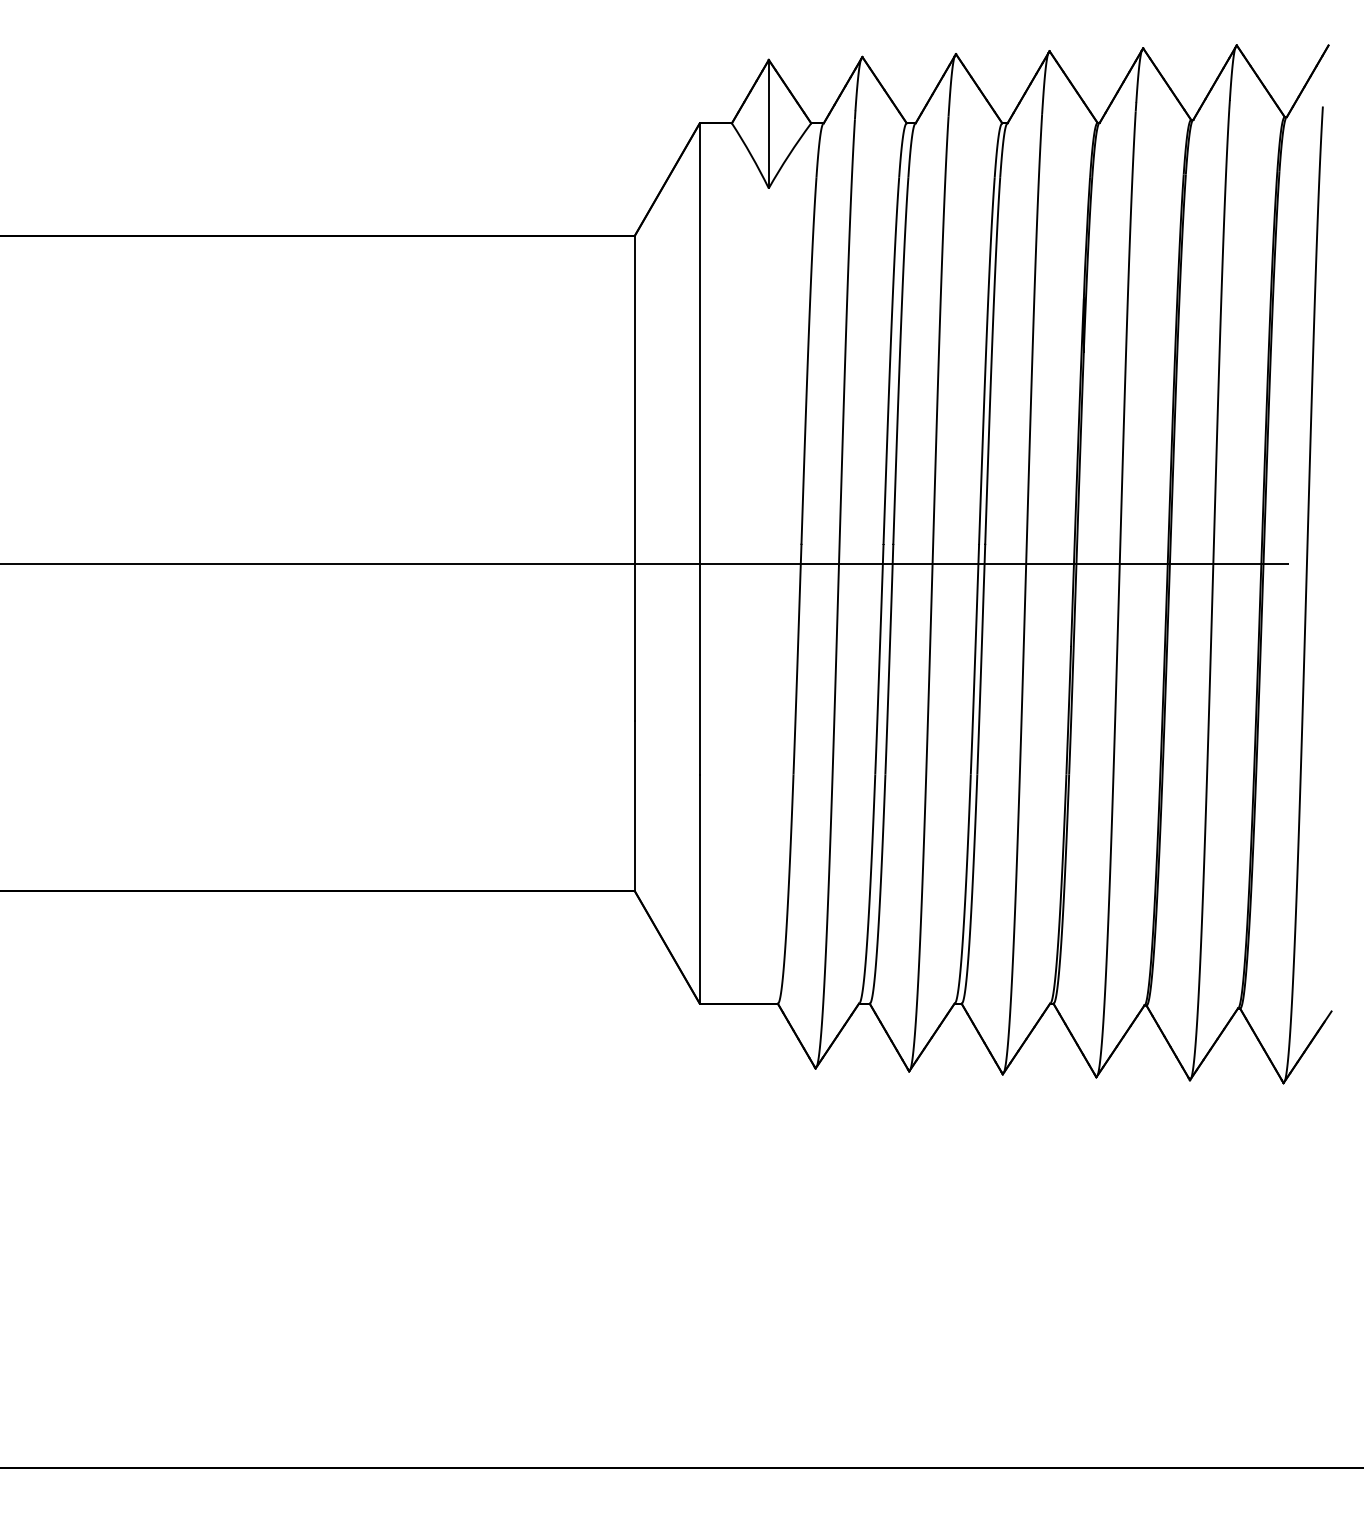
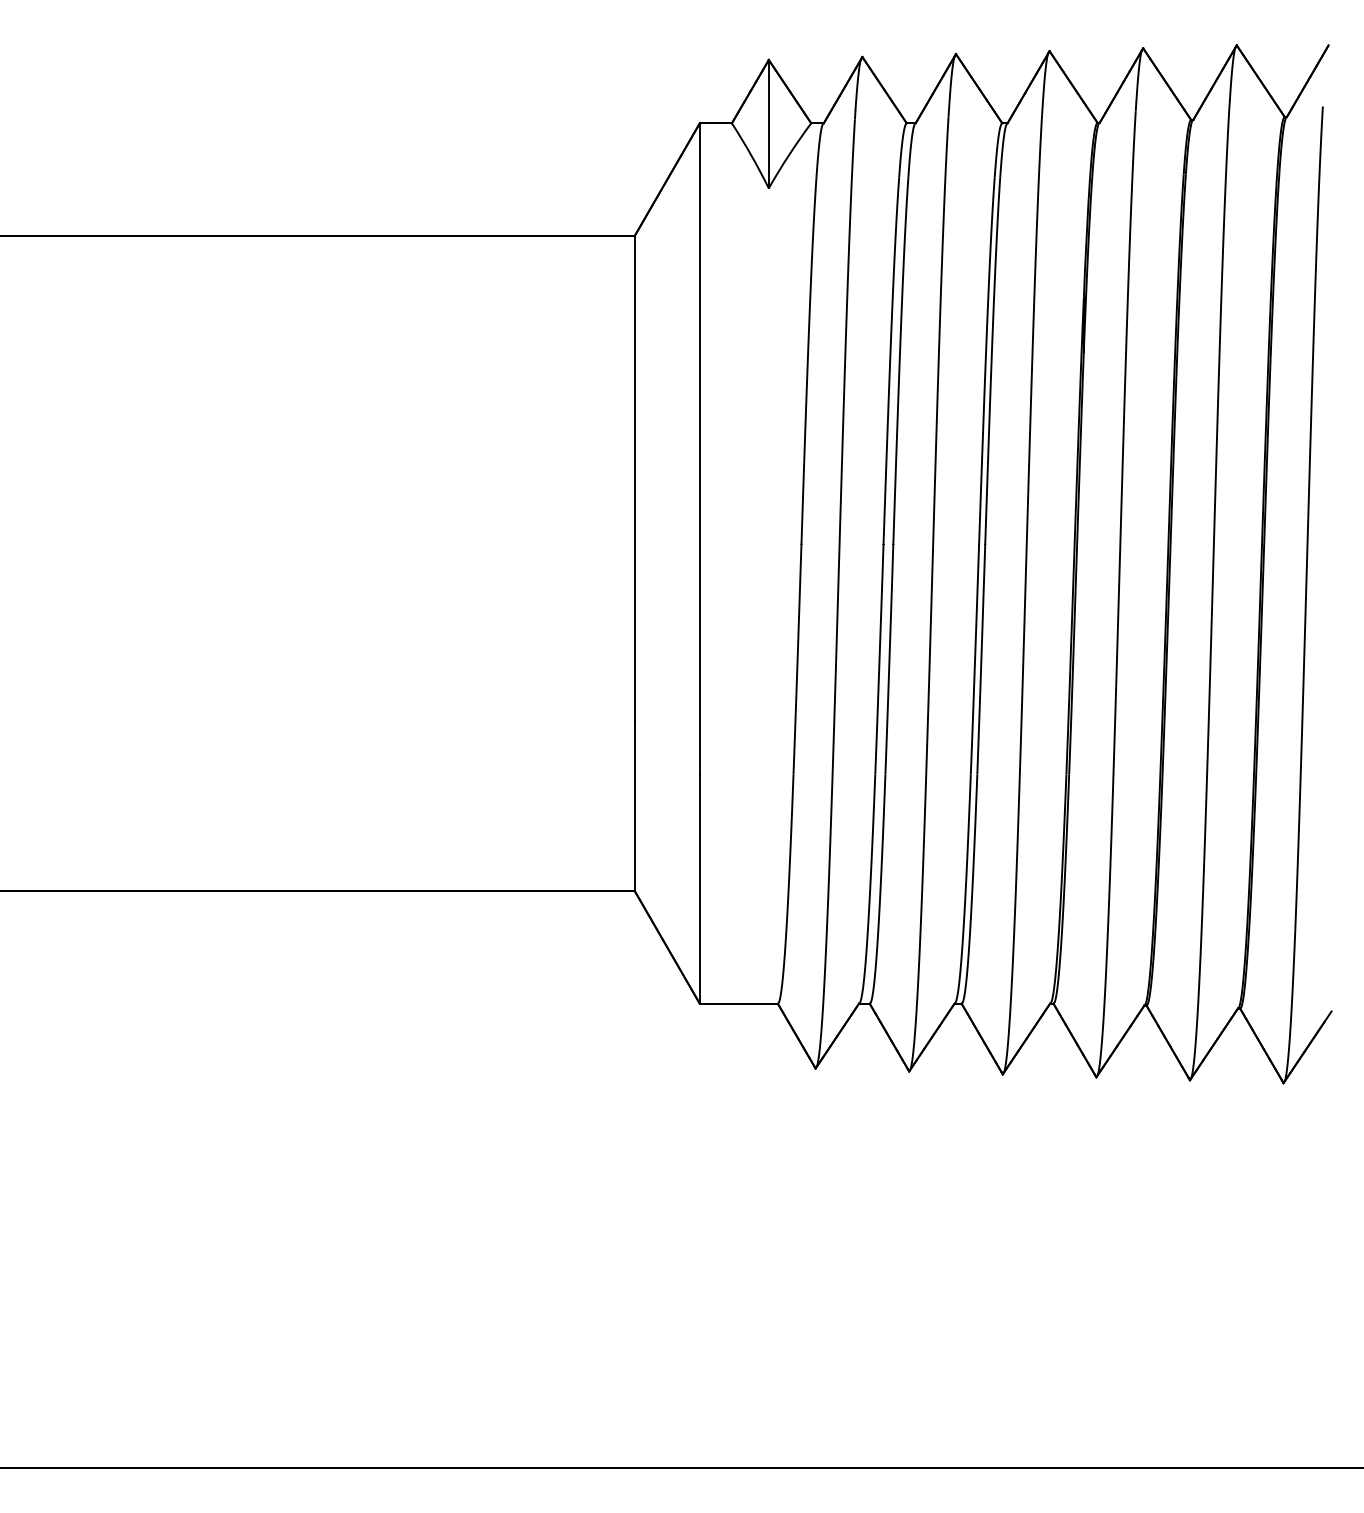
line at (645, 563): present -> none
